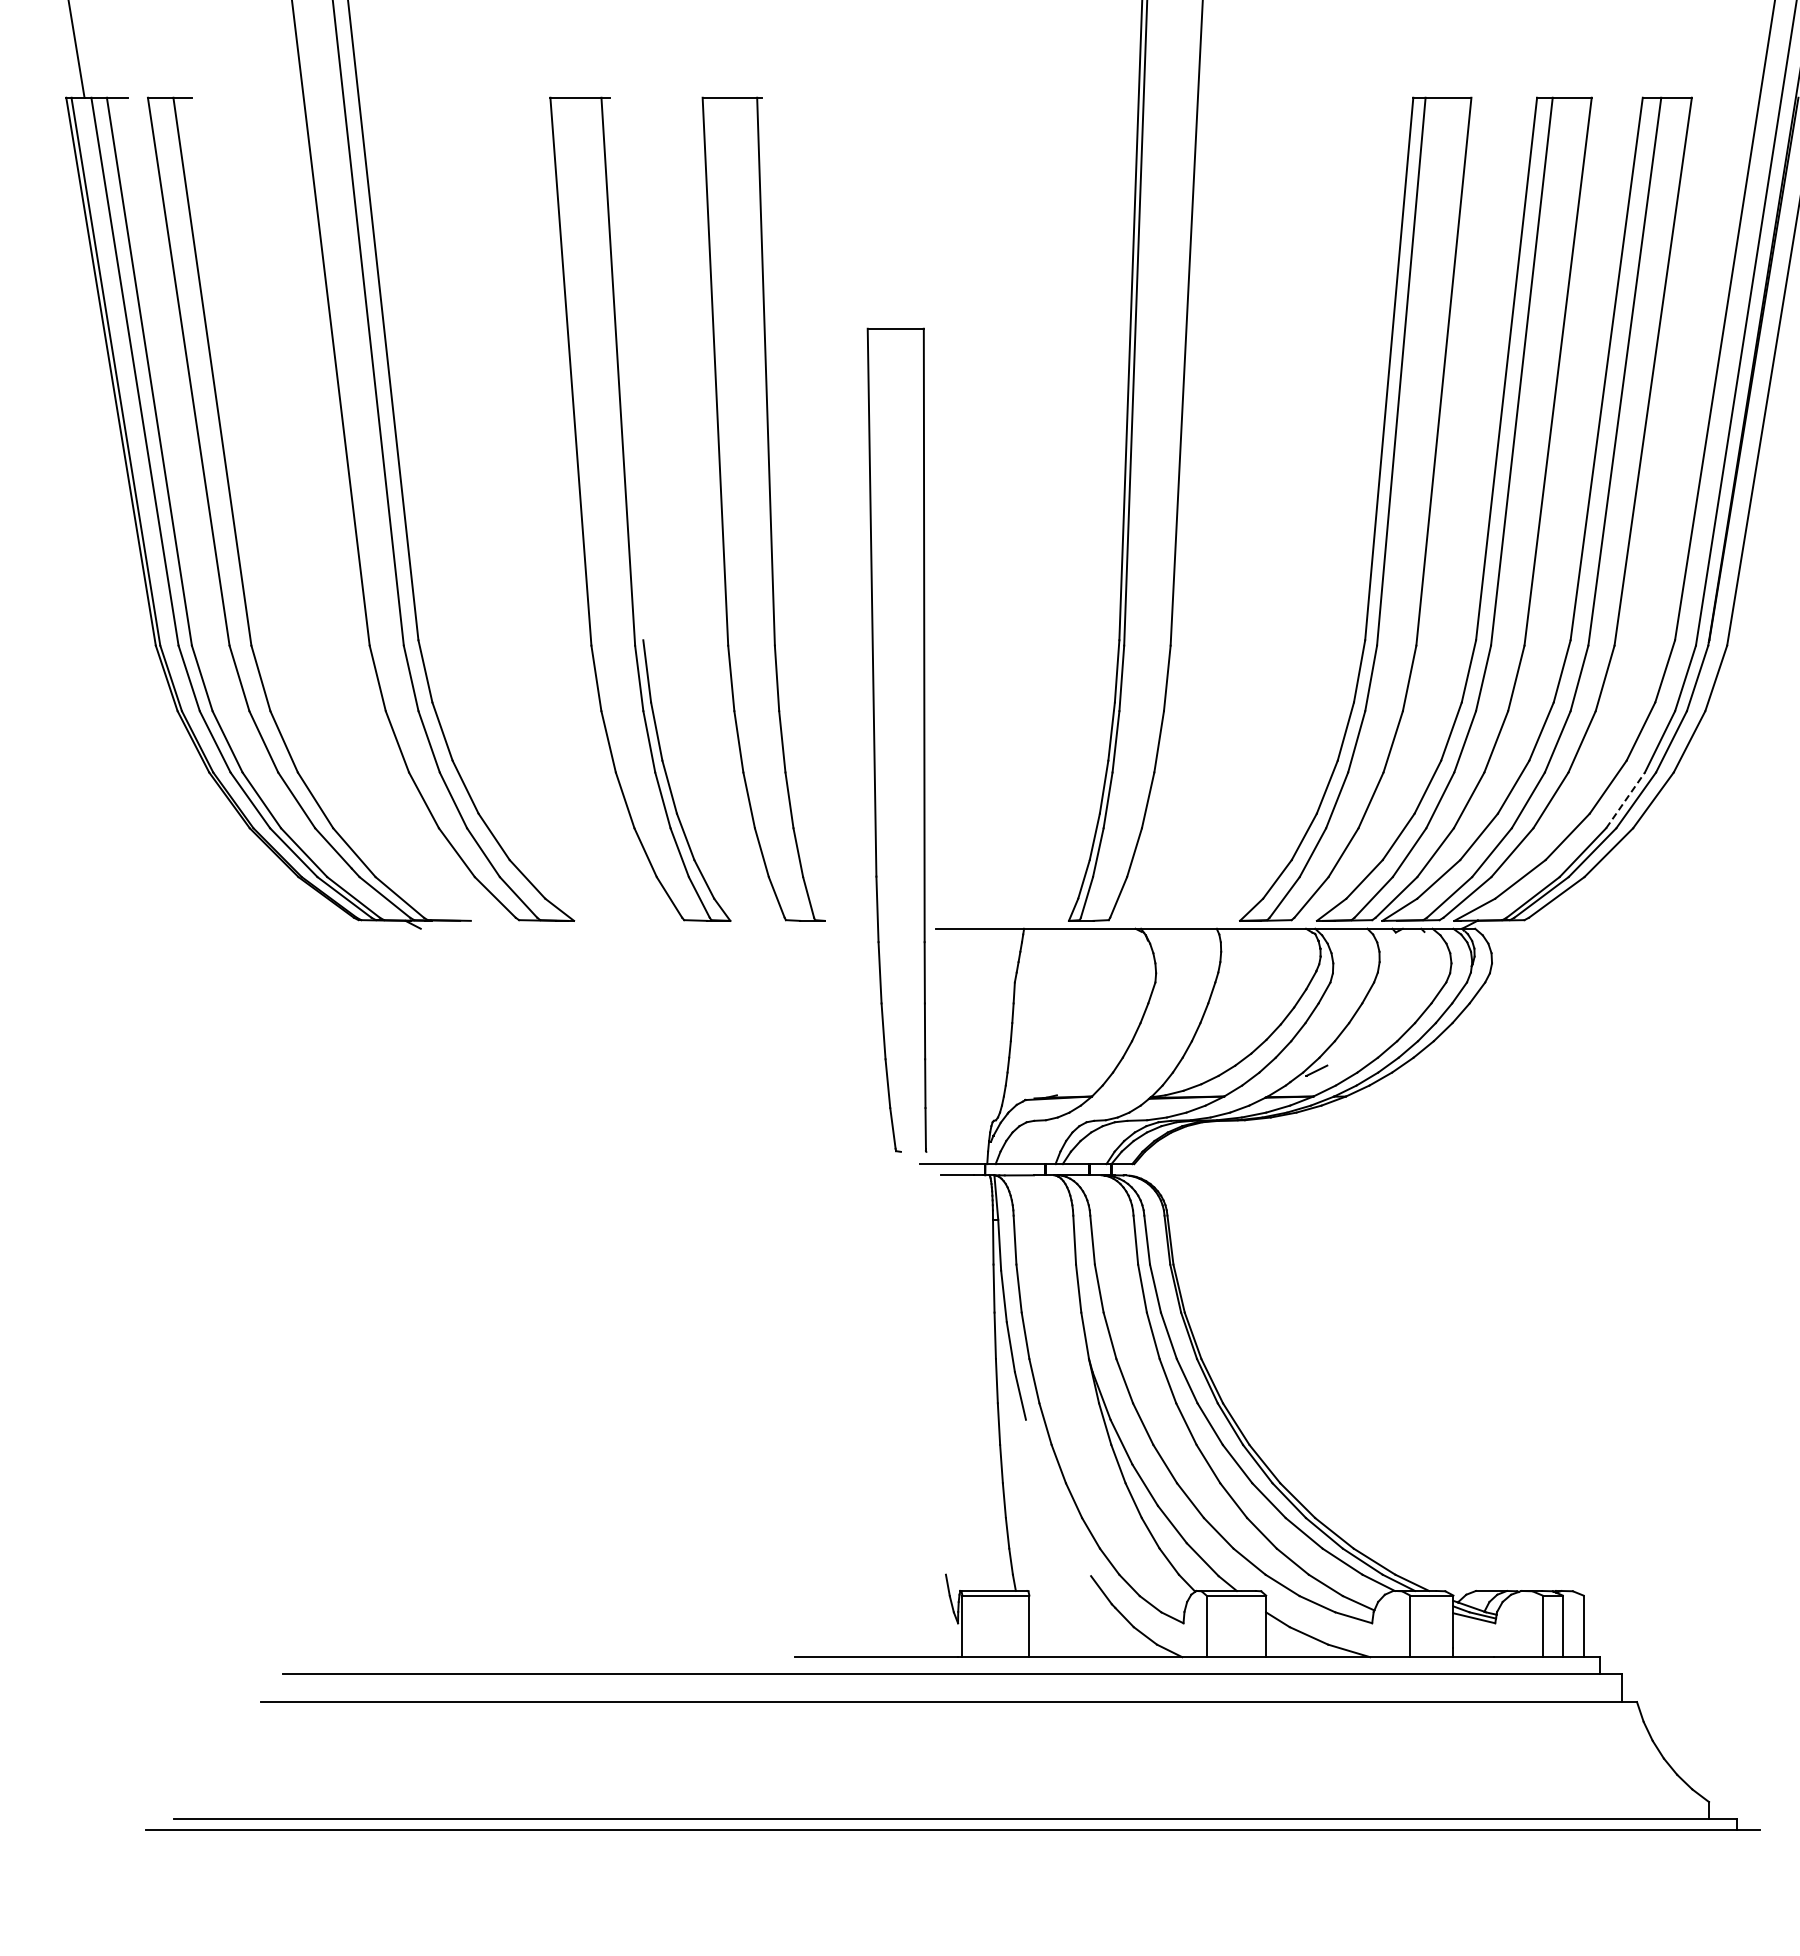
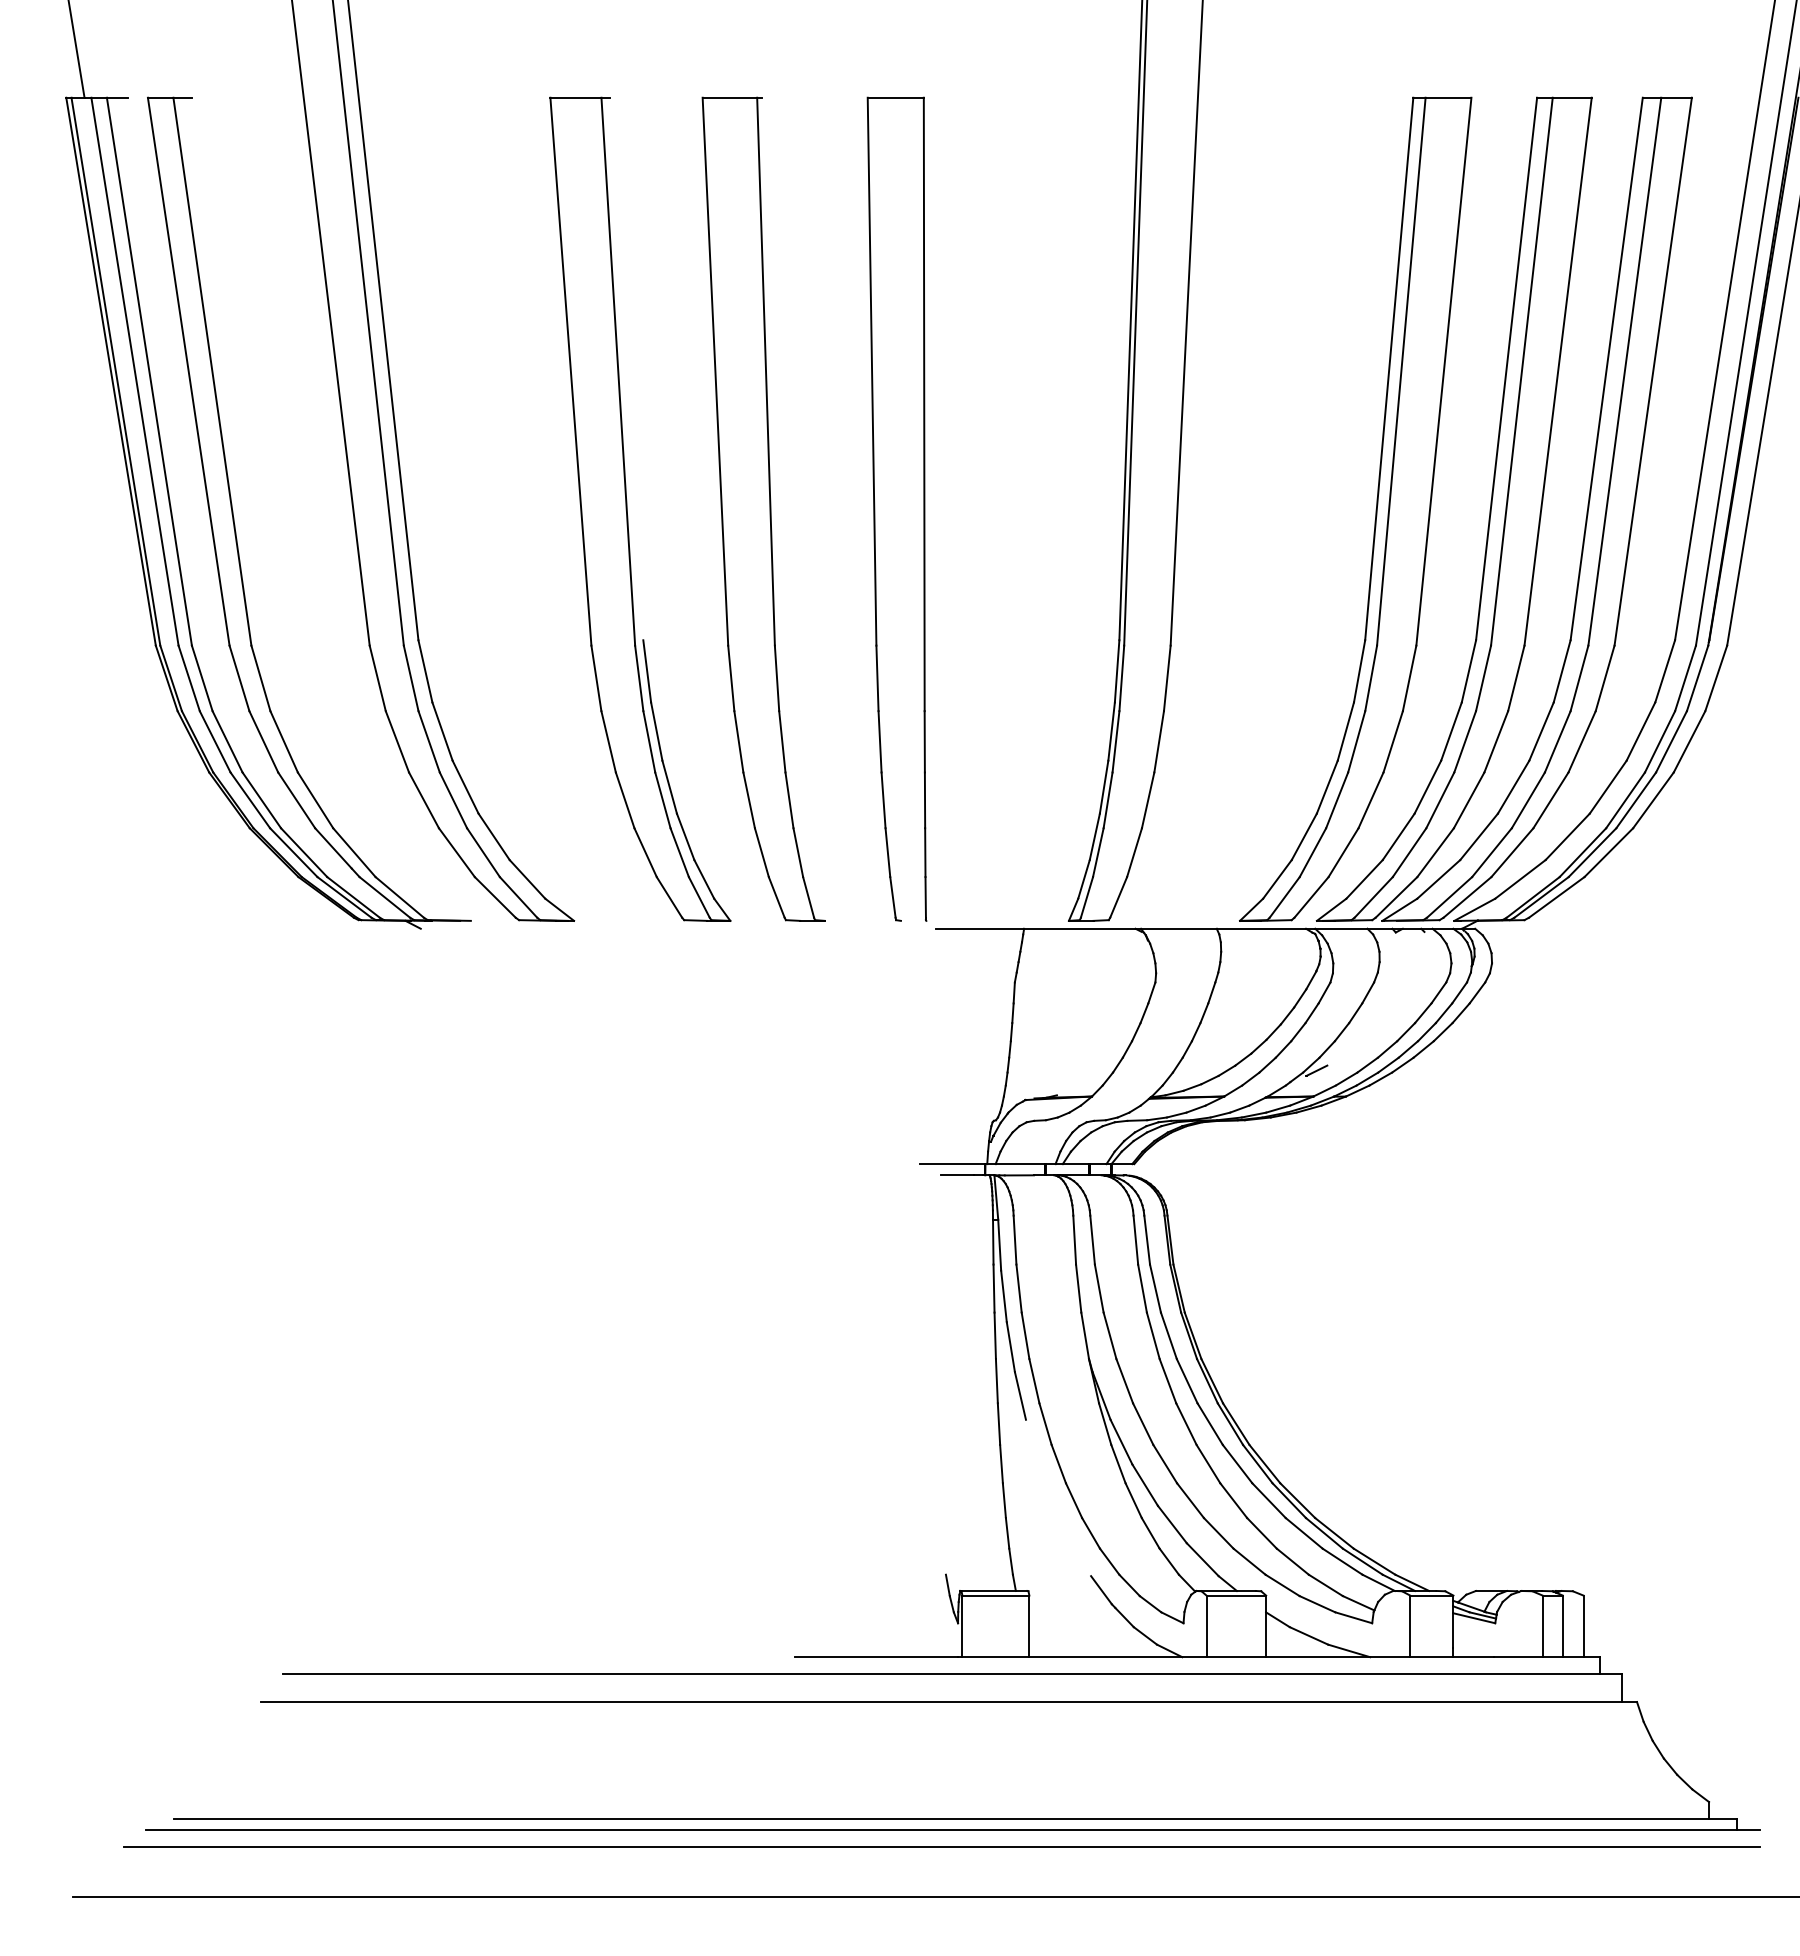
part at (875, 739) position: (875, 739) -> (875, 508)
line at (1625, 800): dashed -> solid
line at (941, 1846): none -> present
line at (934, 1897): none -> present
